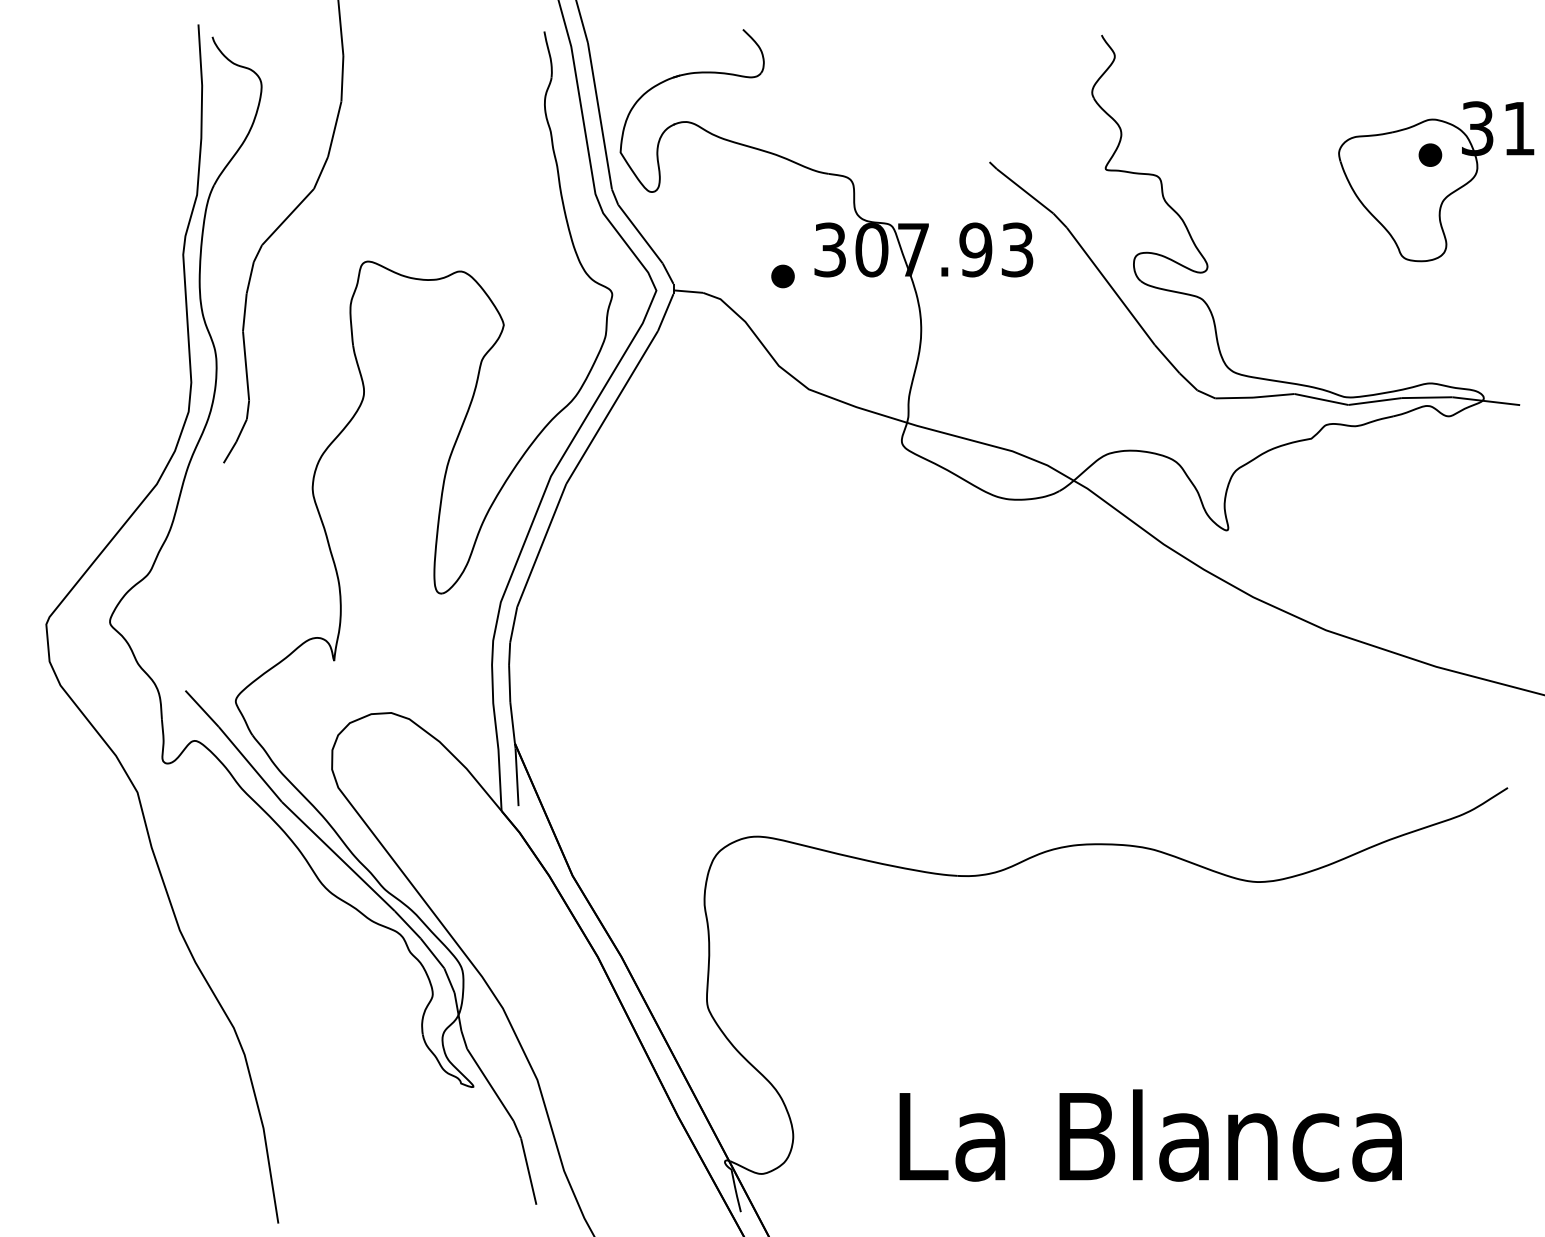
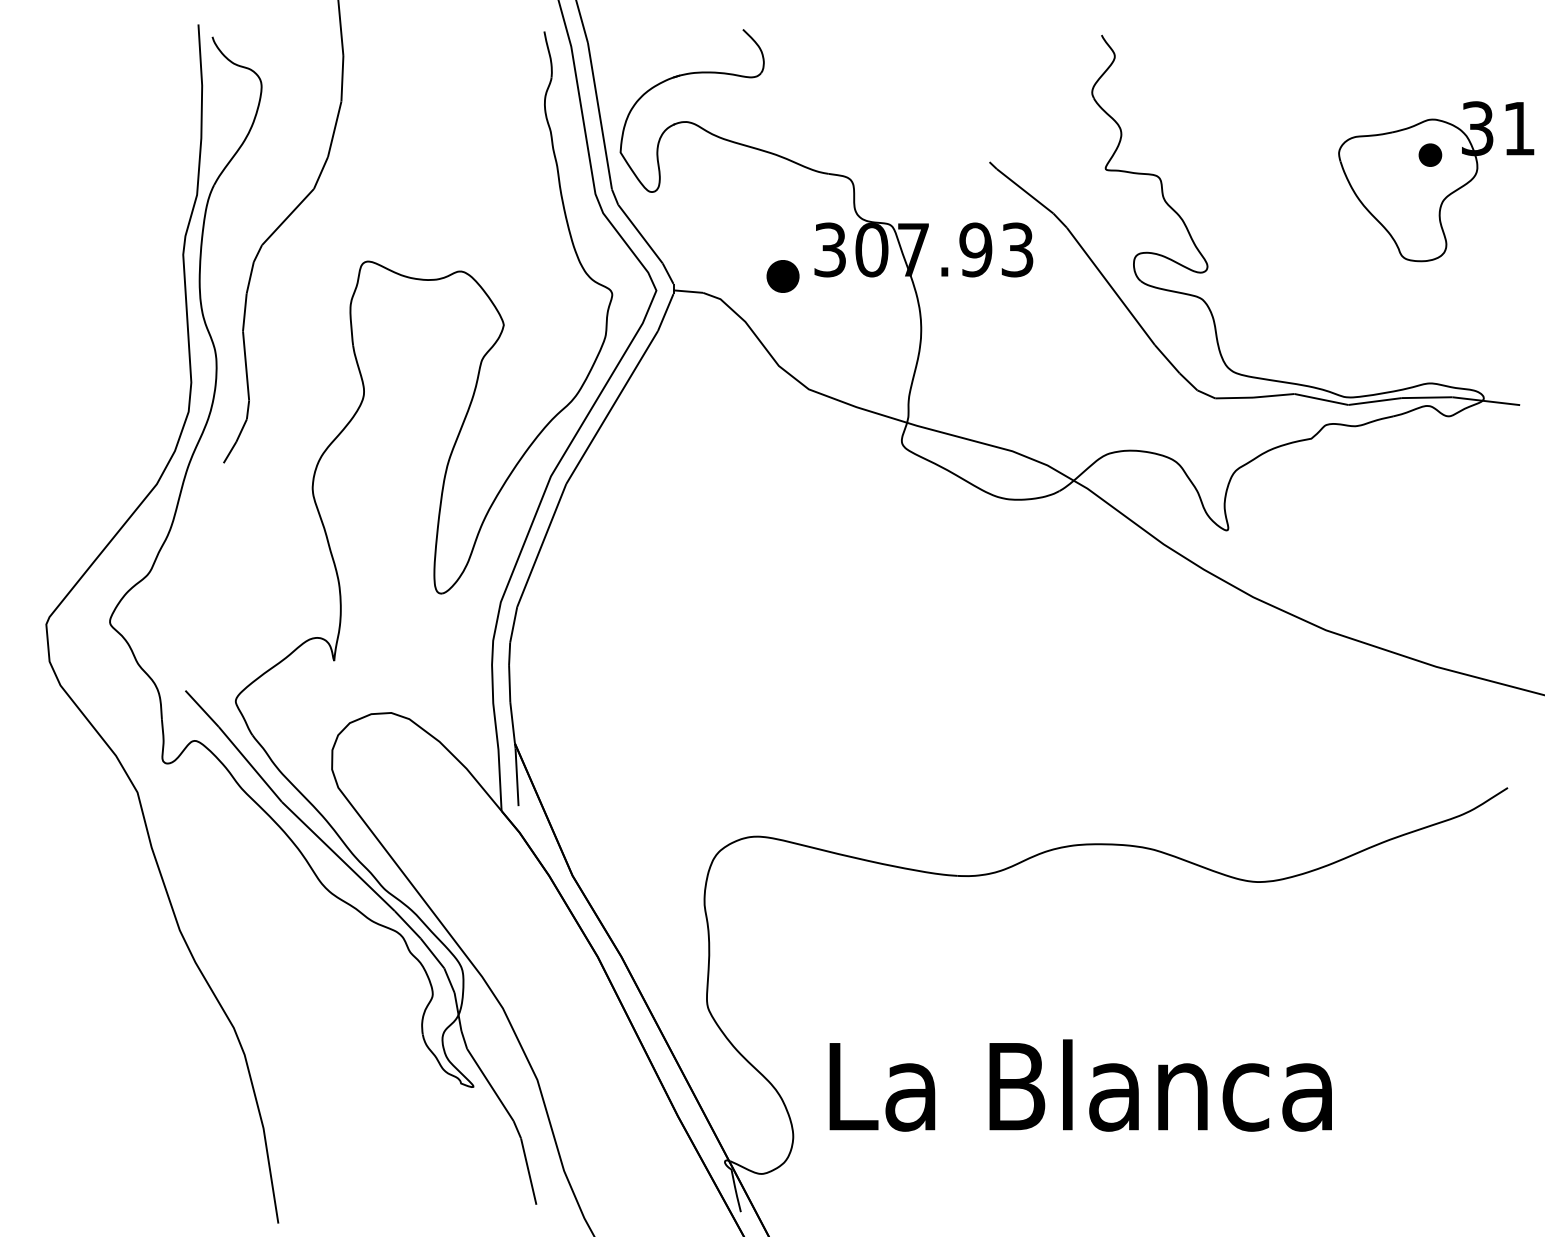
part at (782, 276) size: 24x25 px -> 34x33 px
text at (1150, 1135) position: (1150, 1135) -> (1080, 1085)
